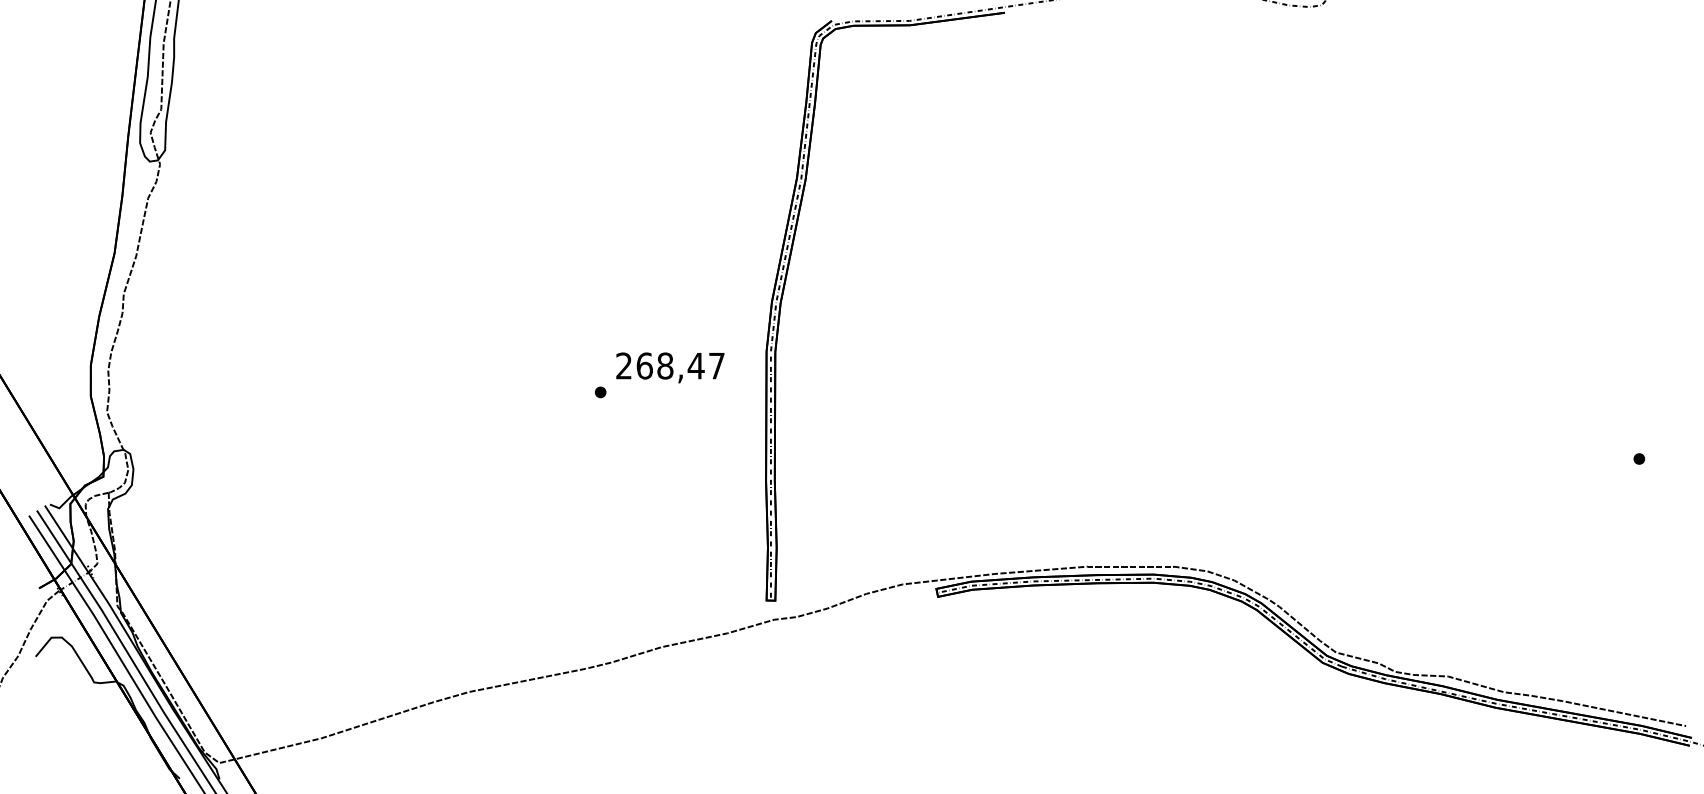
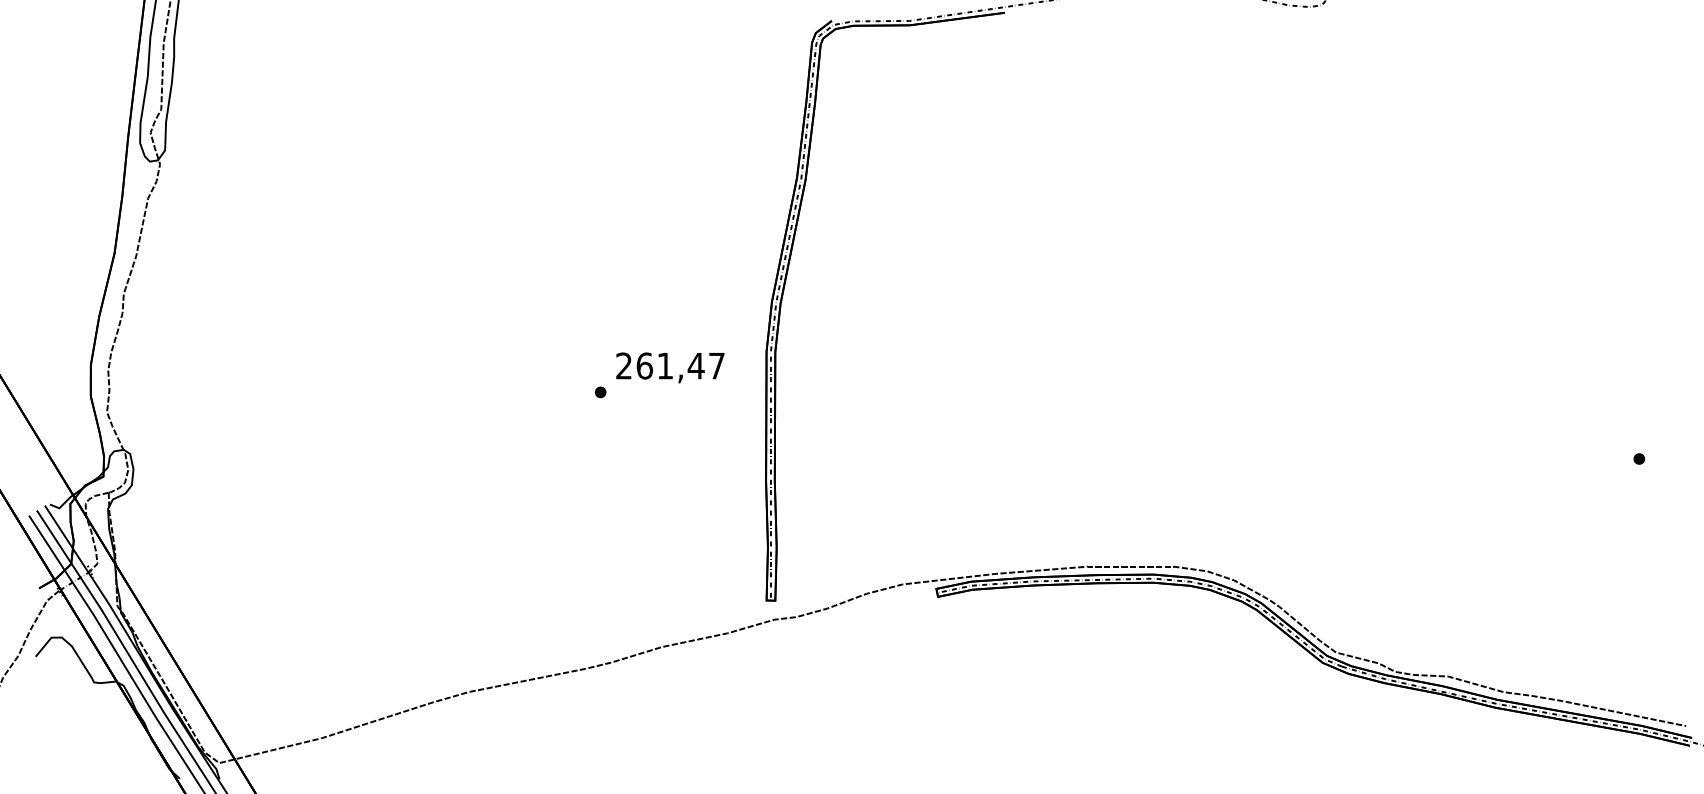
text at (665, 365): 268,47 -> 261,47
